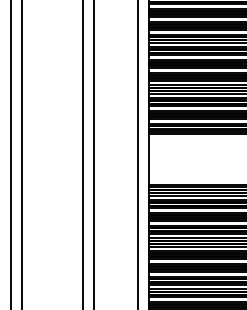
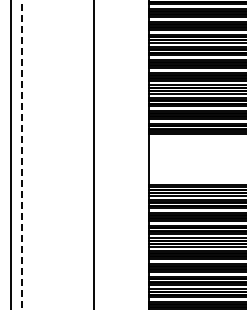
line at (22, 154): solid -> dashed
line at (83, 154): present -> none
line at (137, 154): present -> none
